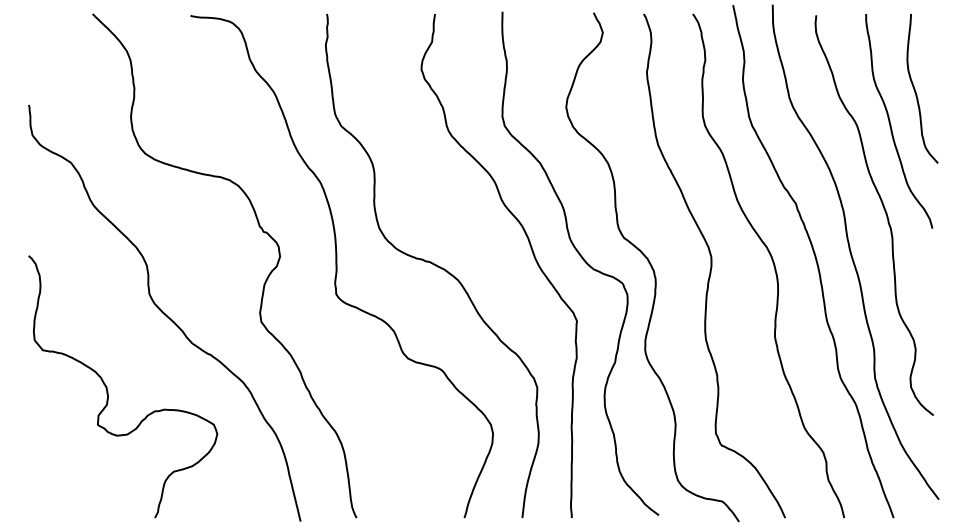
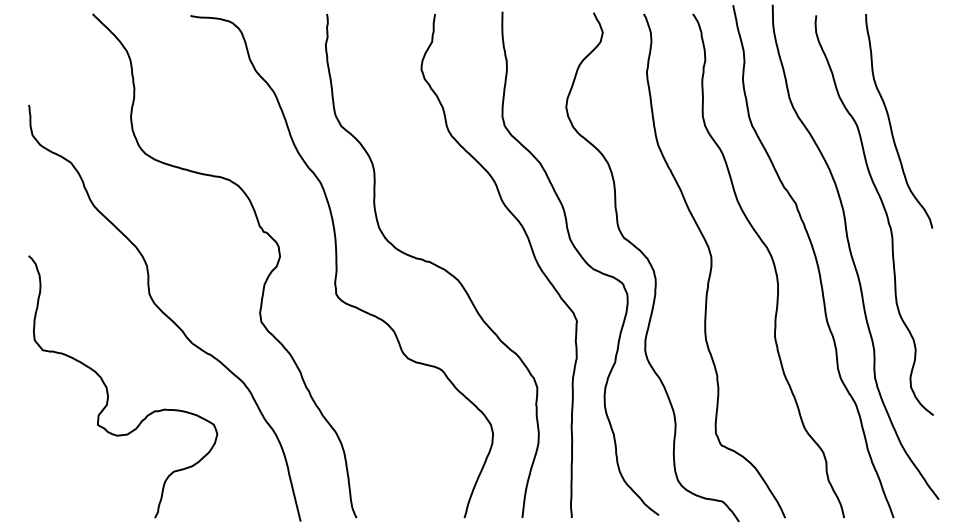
curve at (916, 91): present -> none
